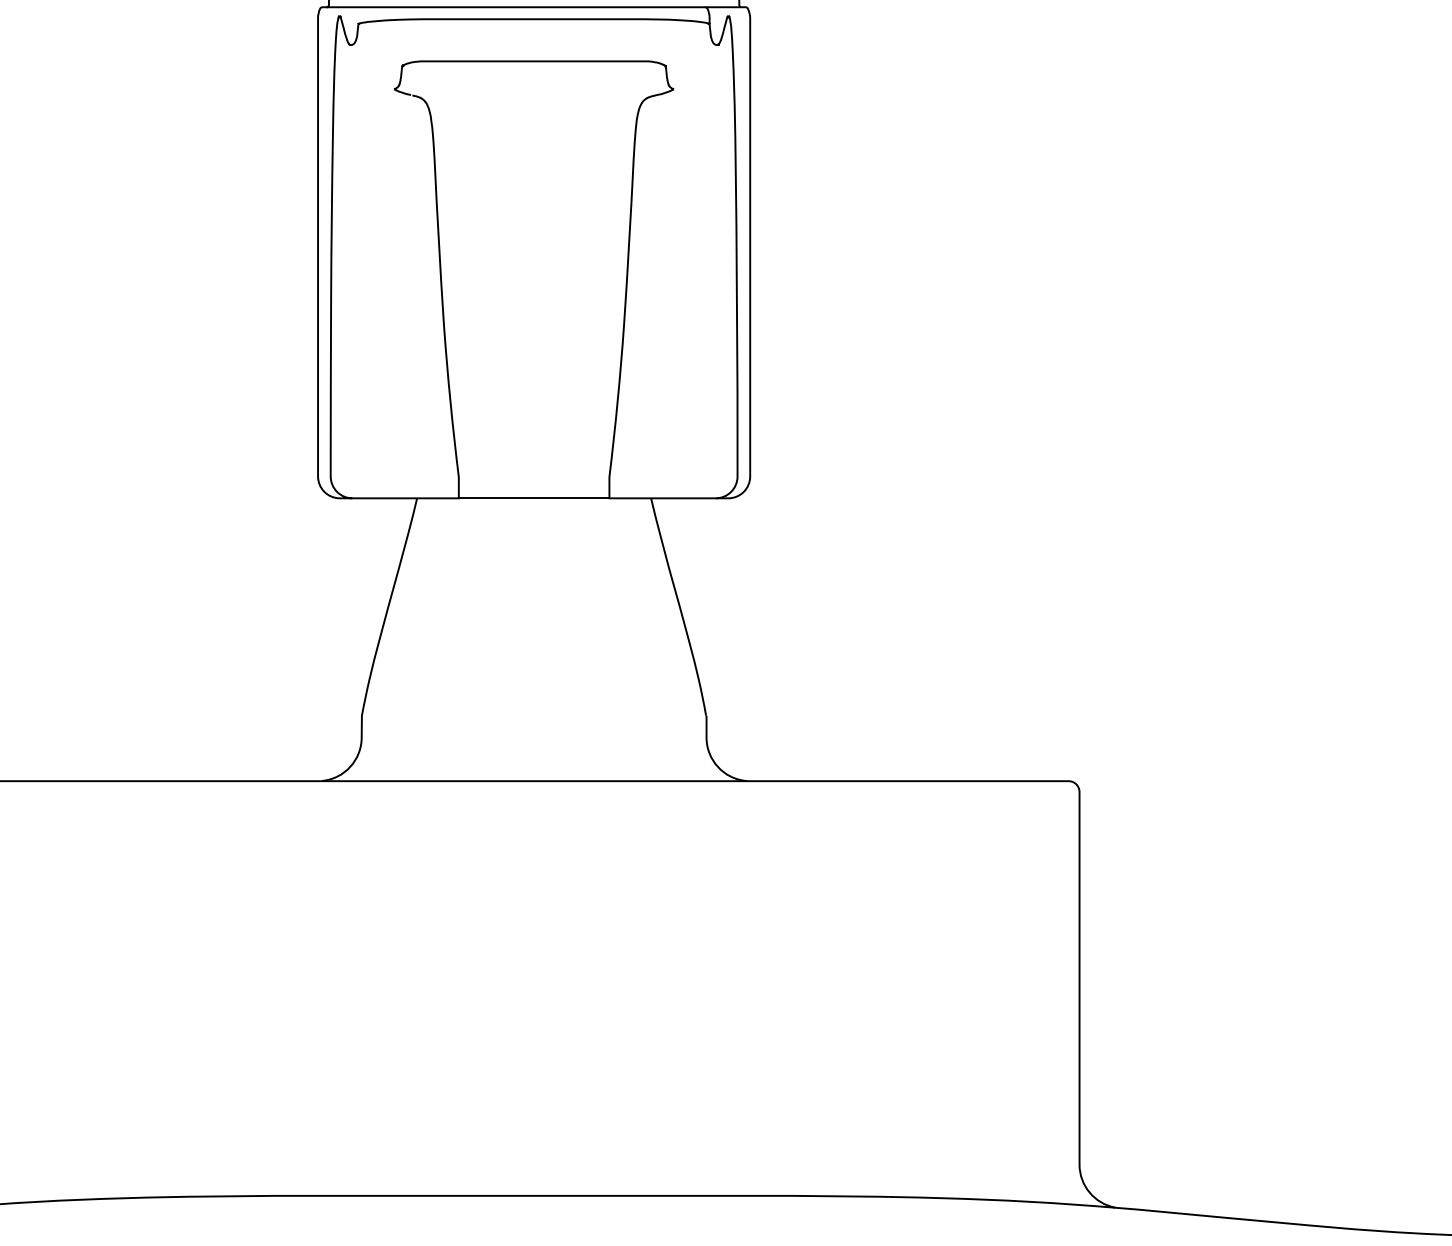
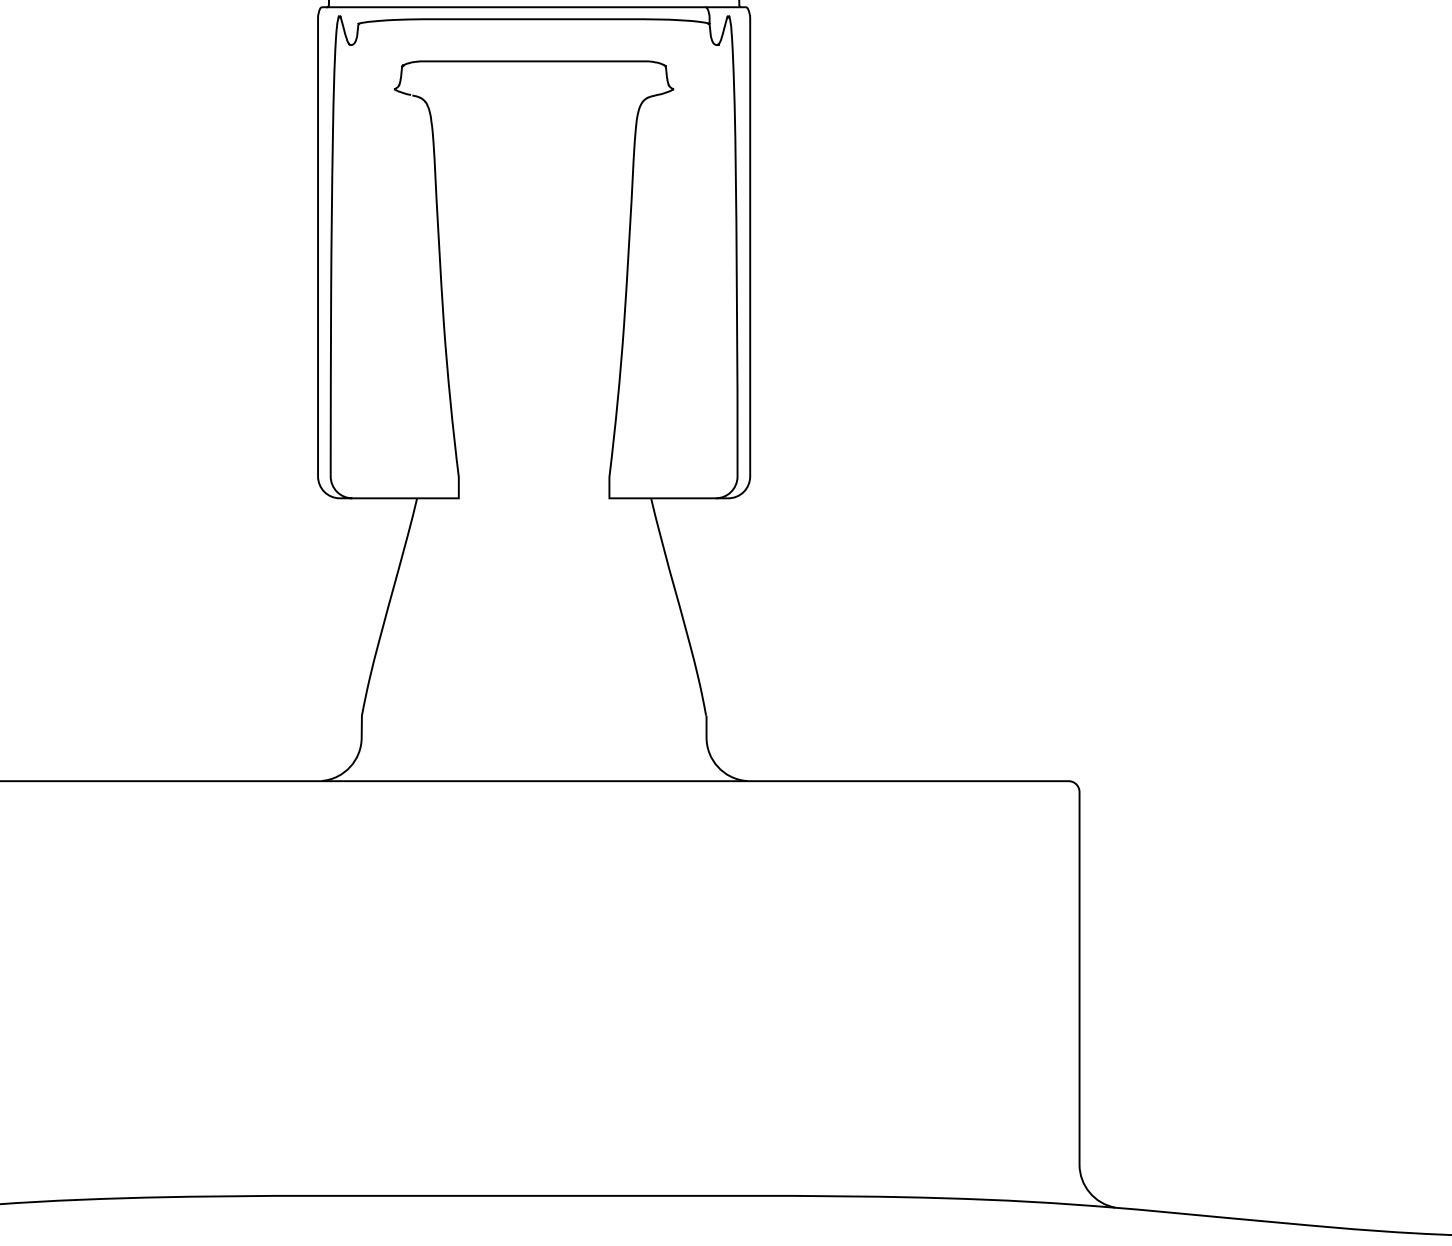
line at (533, 498): present -> none
